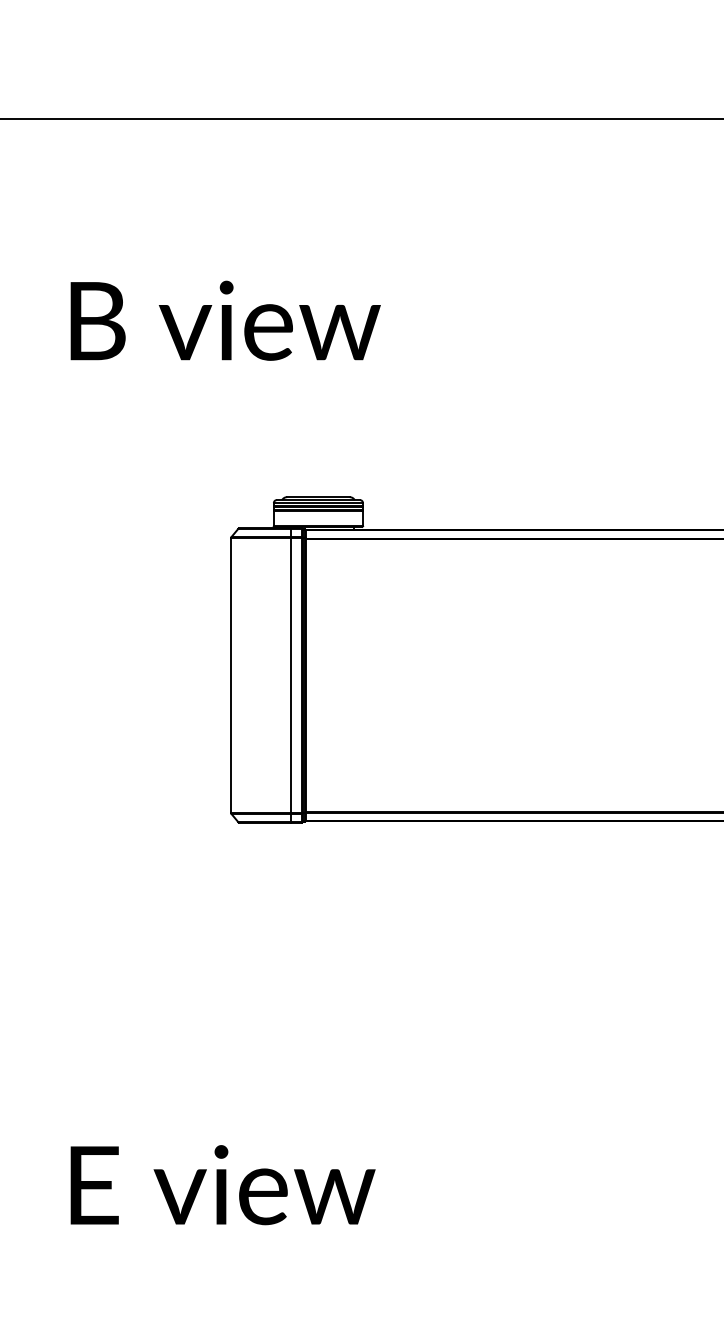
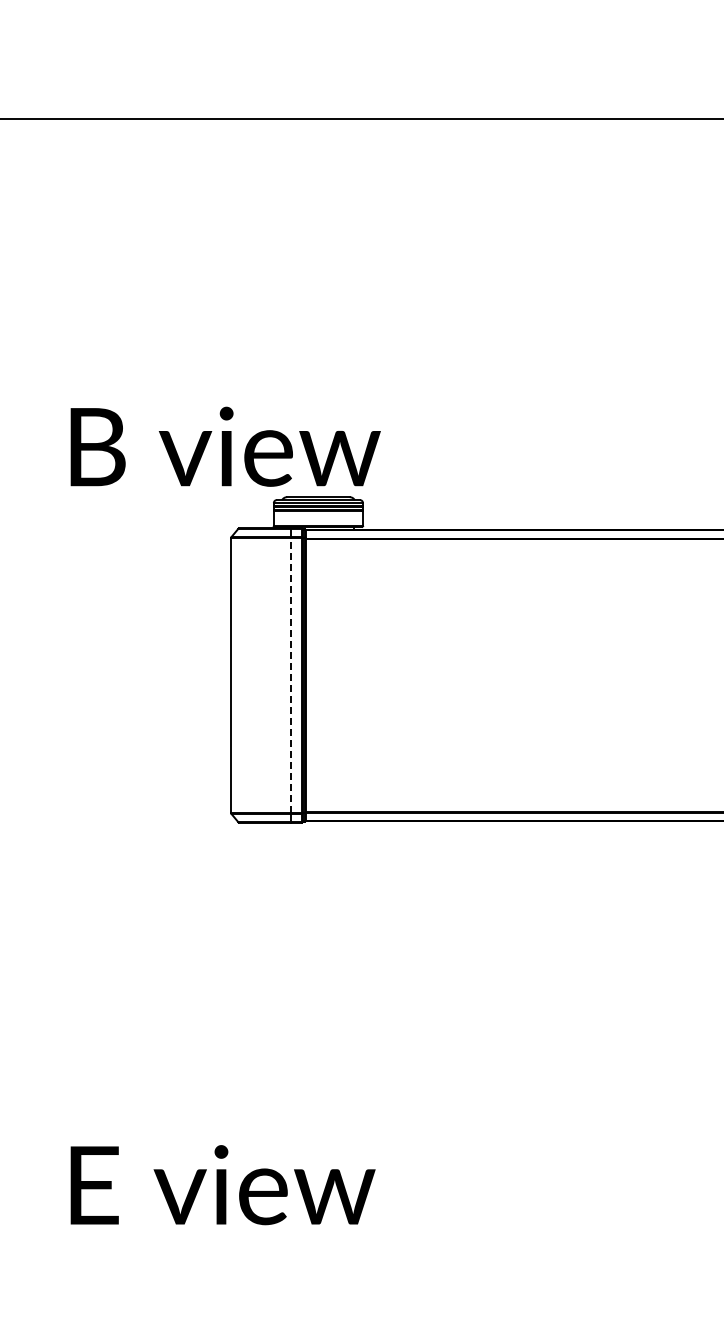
text at (225, 320) position: (225, 320) -> (225, 446)
line at (290, 675): solid -> dashed
